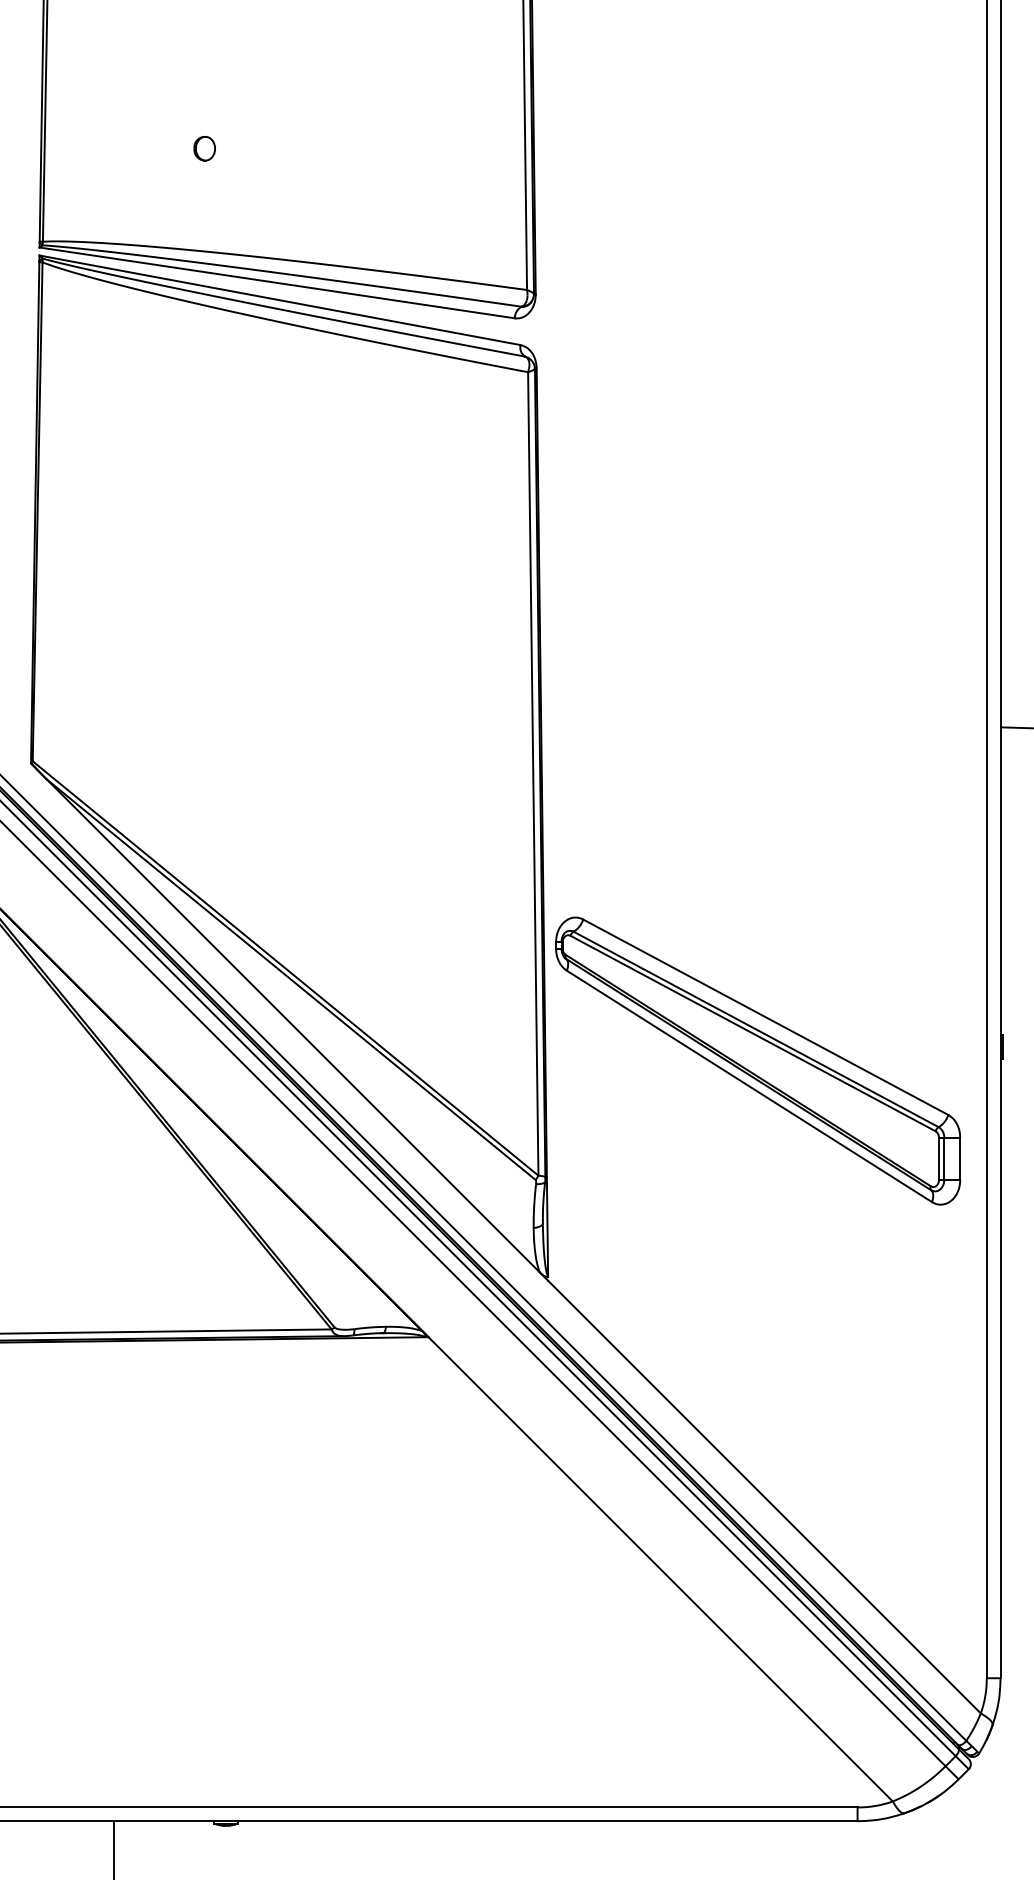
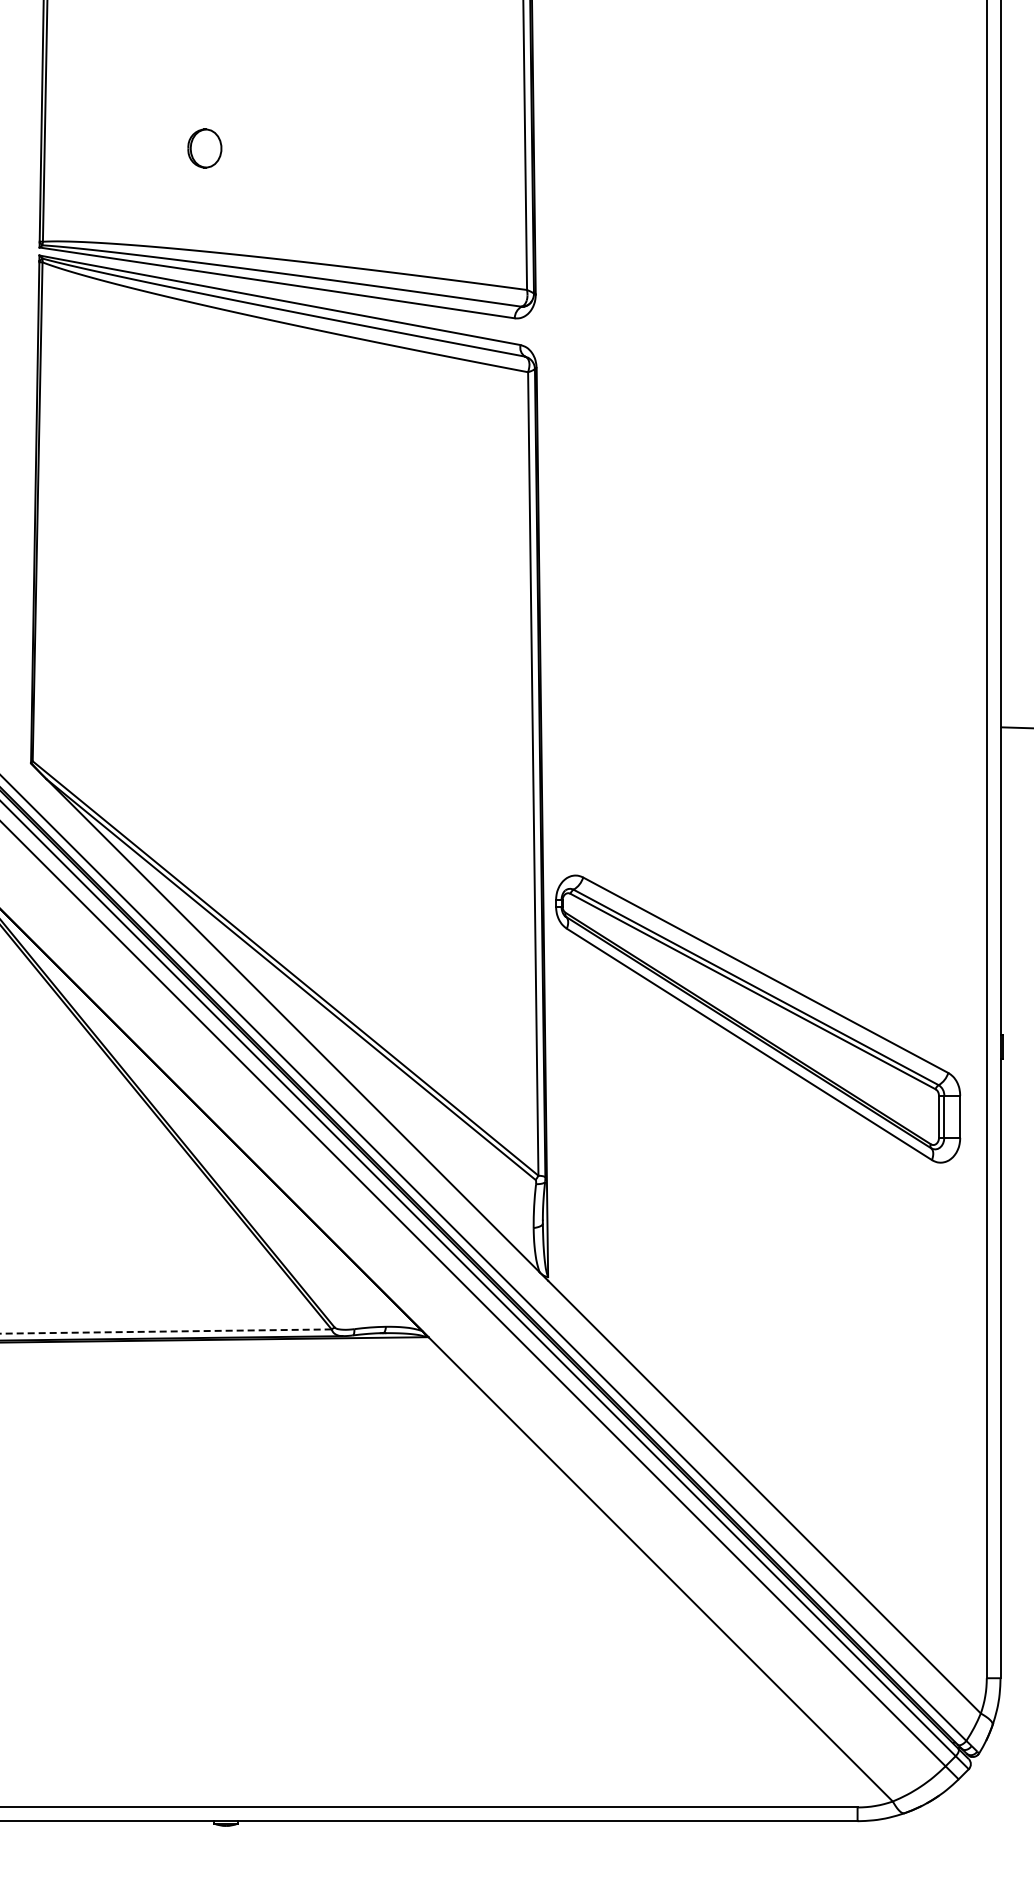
part at (204, 148) size: 23x26 px -> 36x41 px
part at (758, 1060) position: (758, 1060) -> (758, 1018)
line at (165, 1331): solid -> dashed
line at (113, 1848): present -> none
